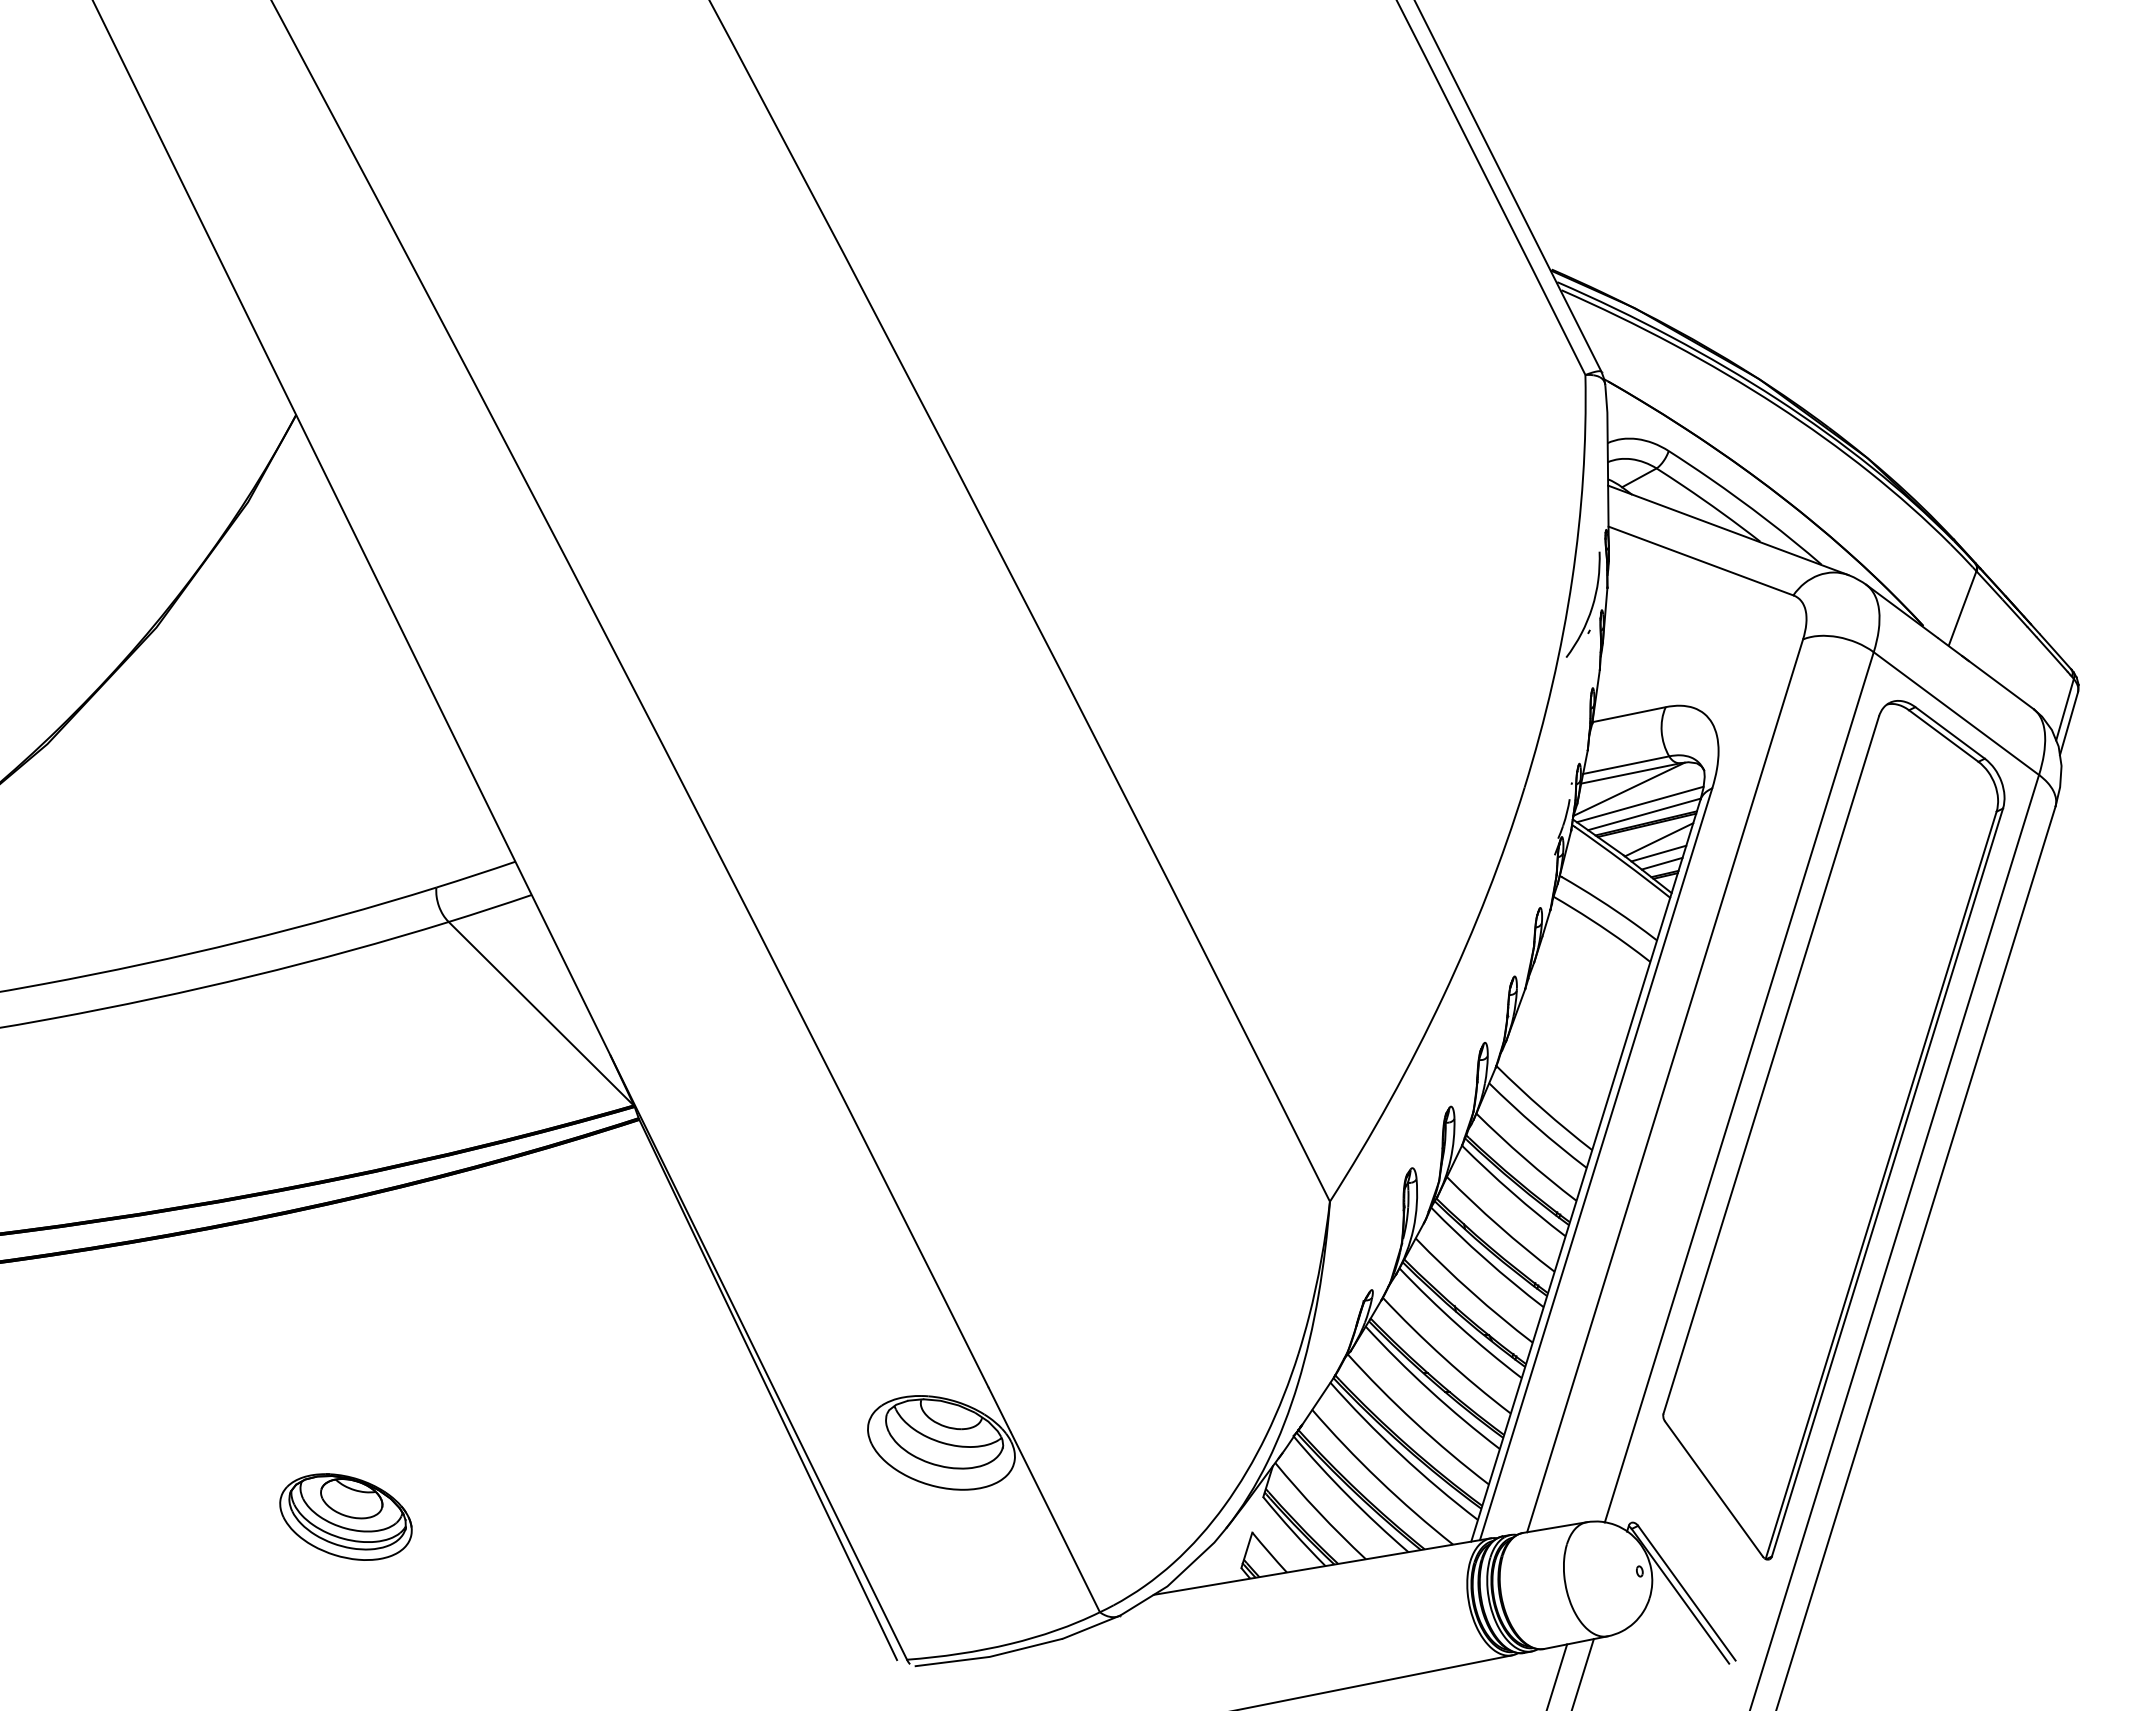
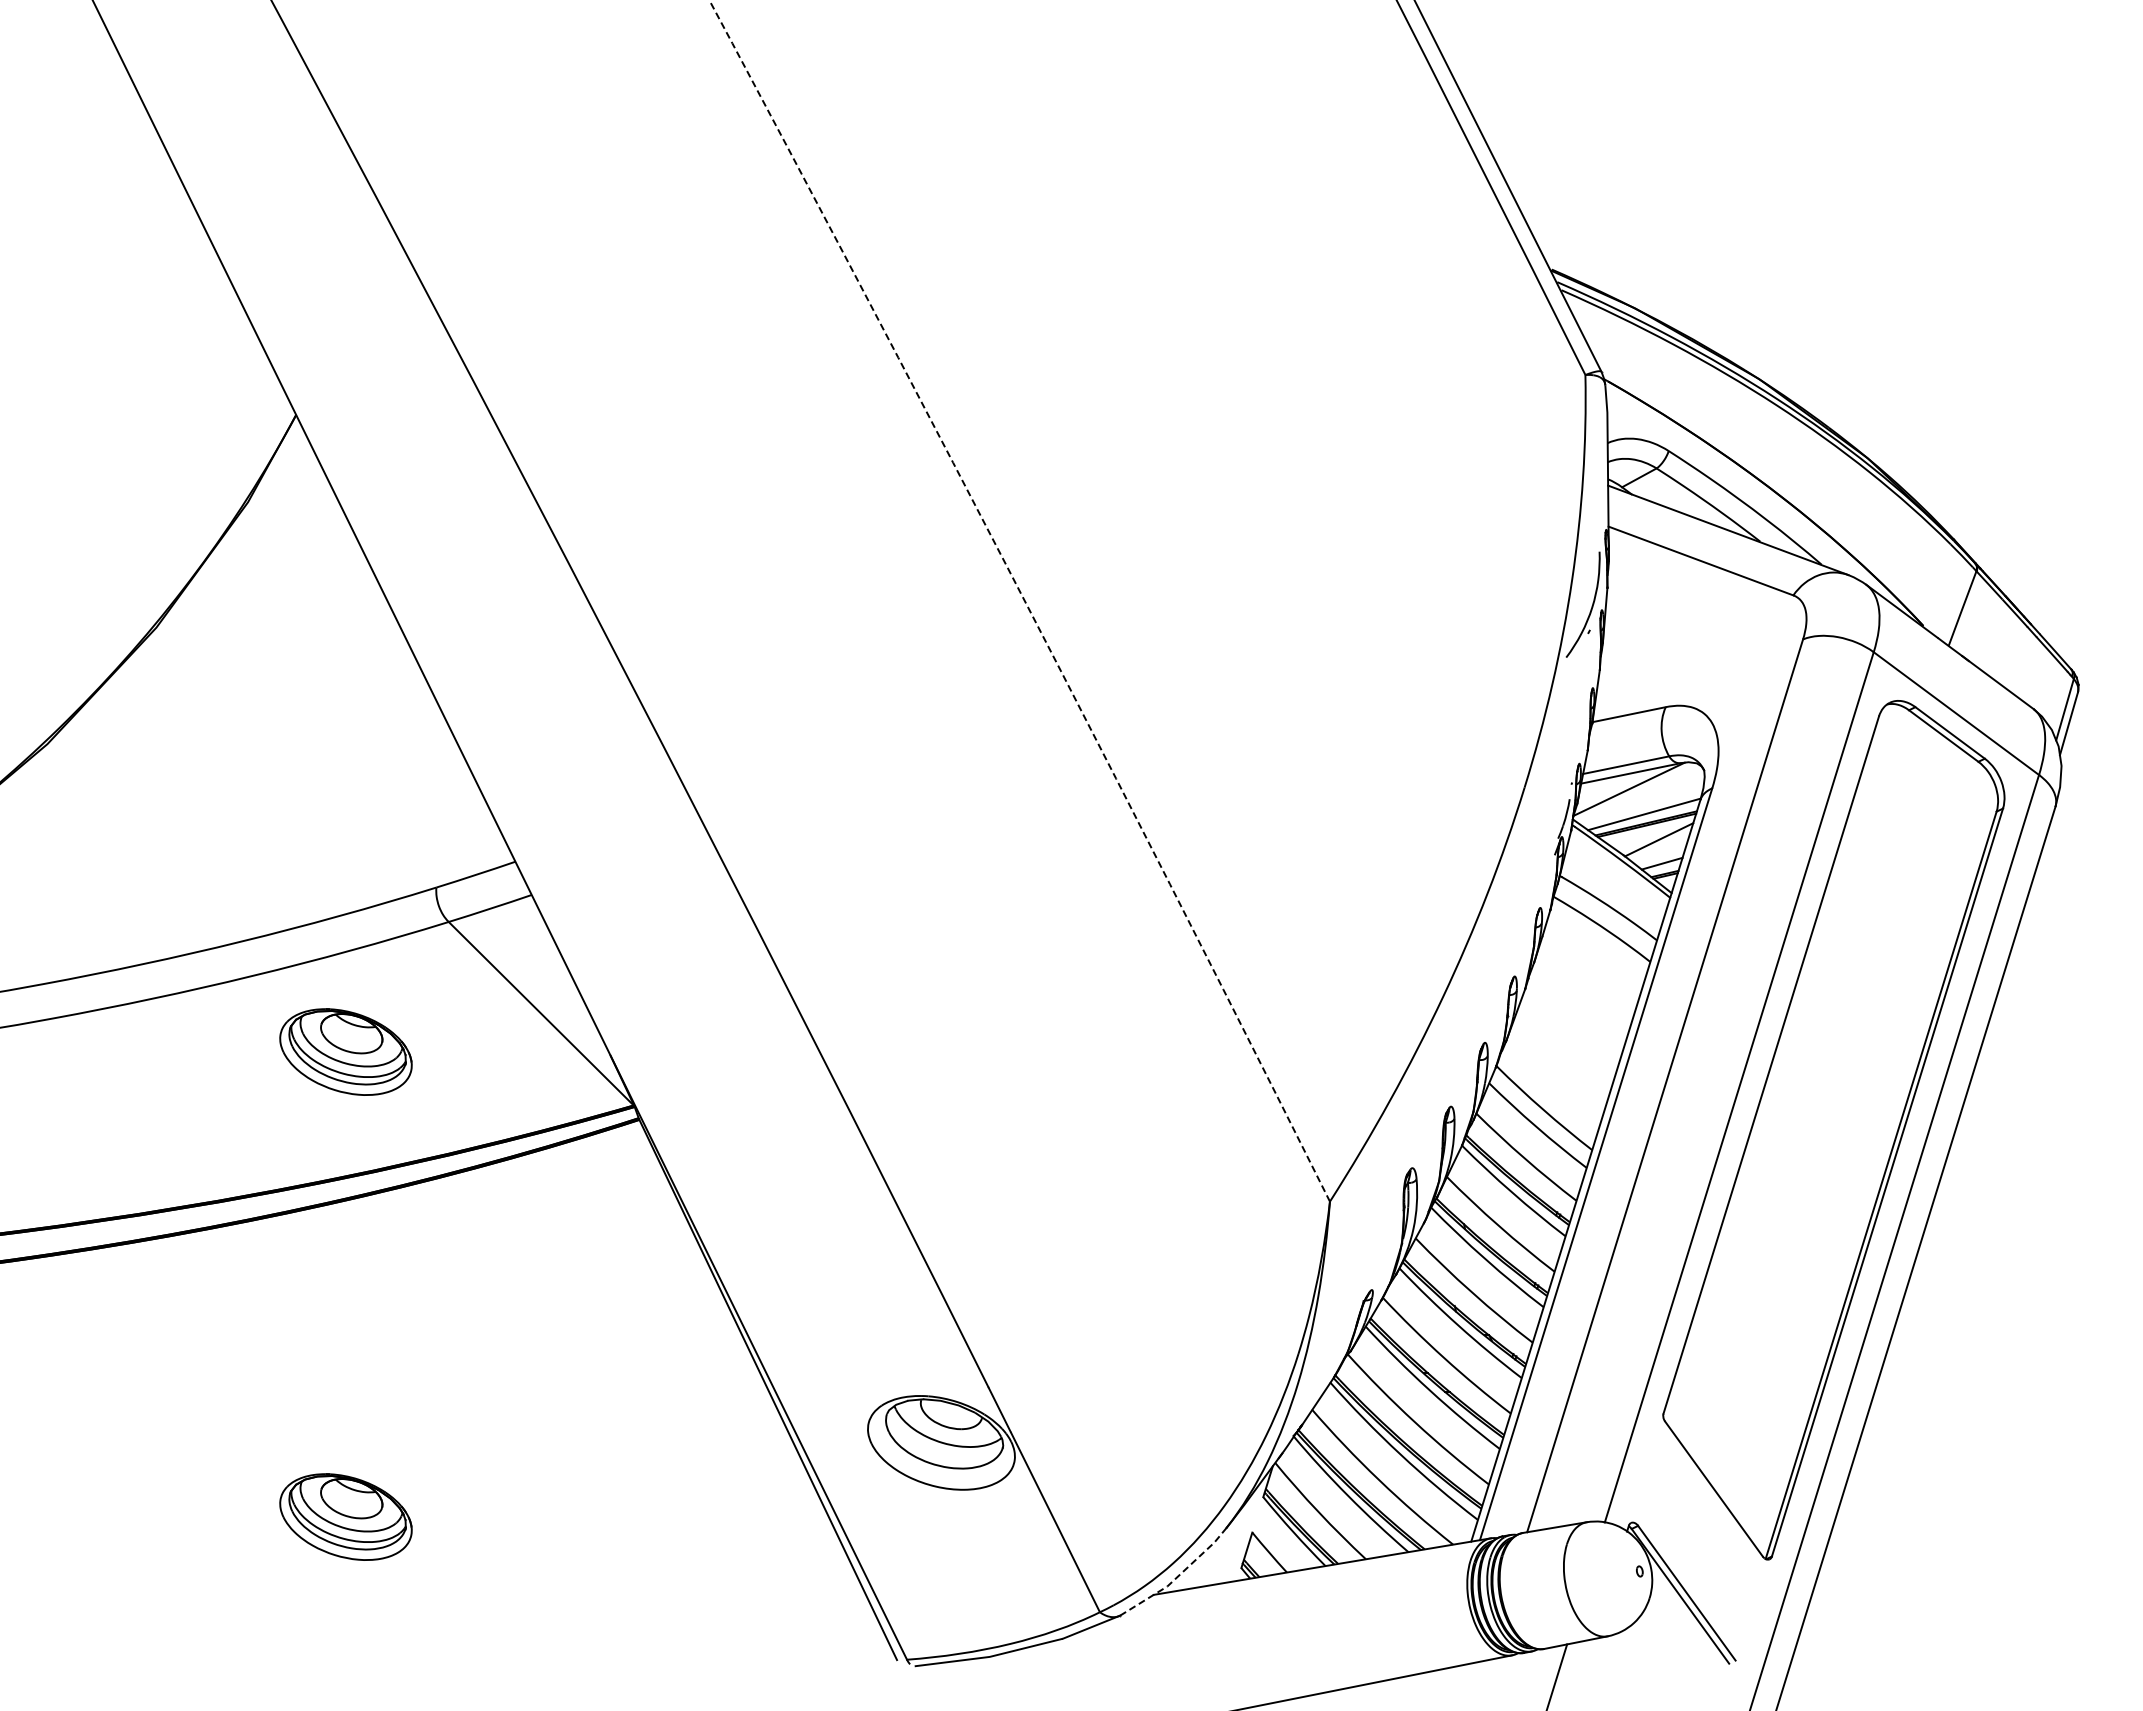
arc at (1023, 598): solid -> dashed
line at (1639, 804): present -> none
line at (1658, 853): present -> none
part at (345, 1051): none -> present
line at (1178, 1576): solid -> dashed
line at (1582, 1673): present -> none
